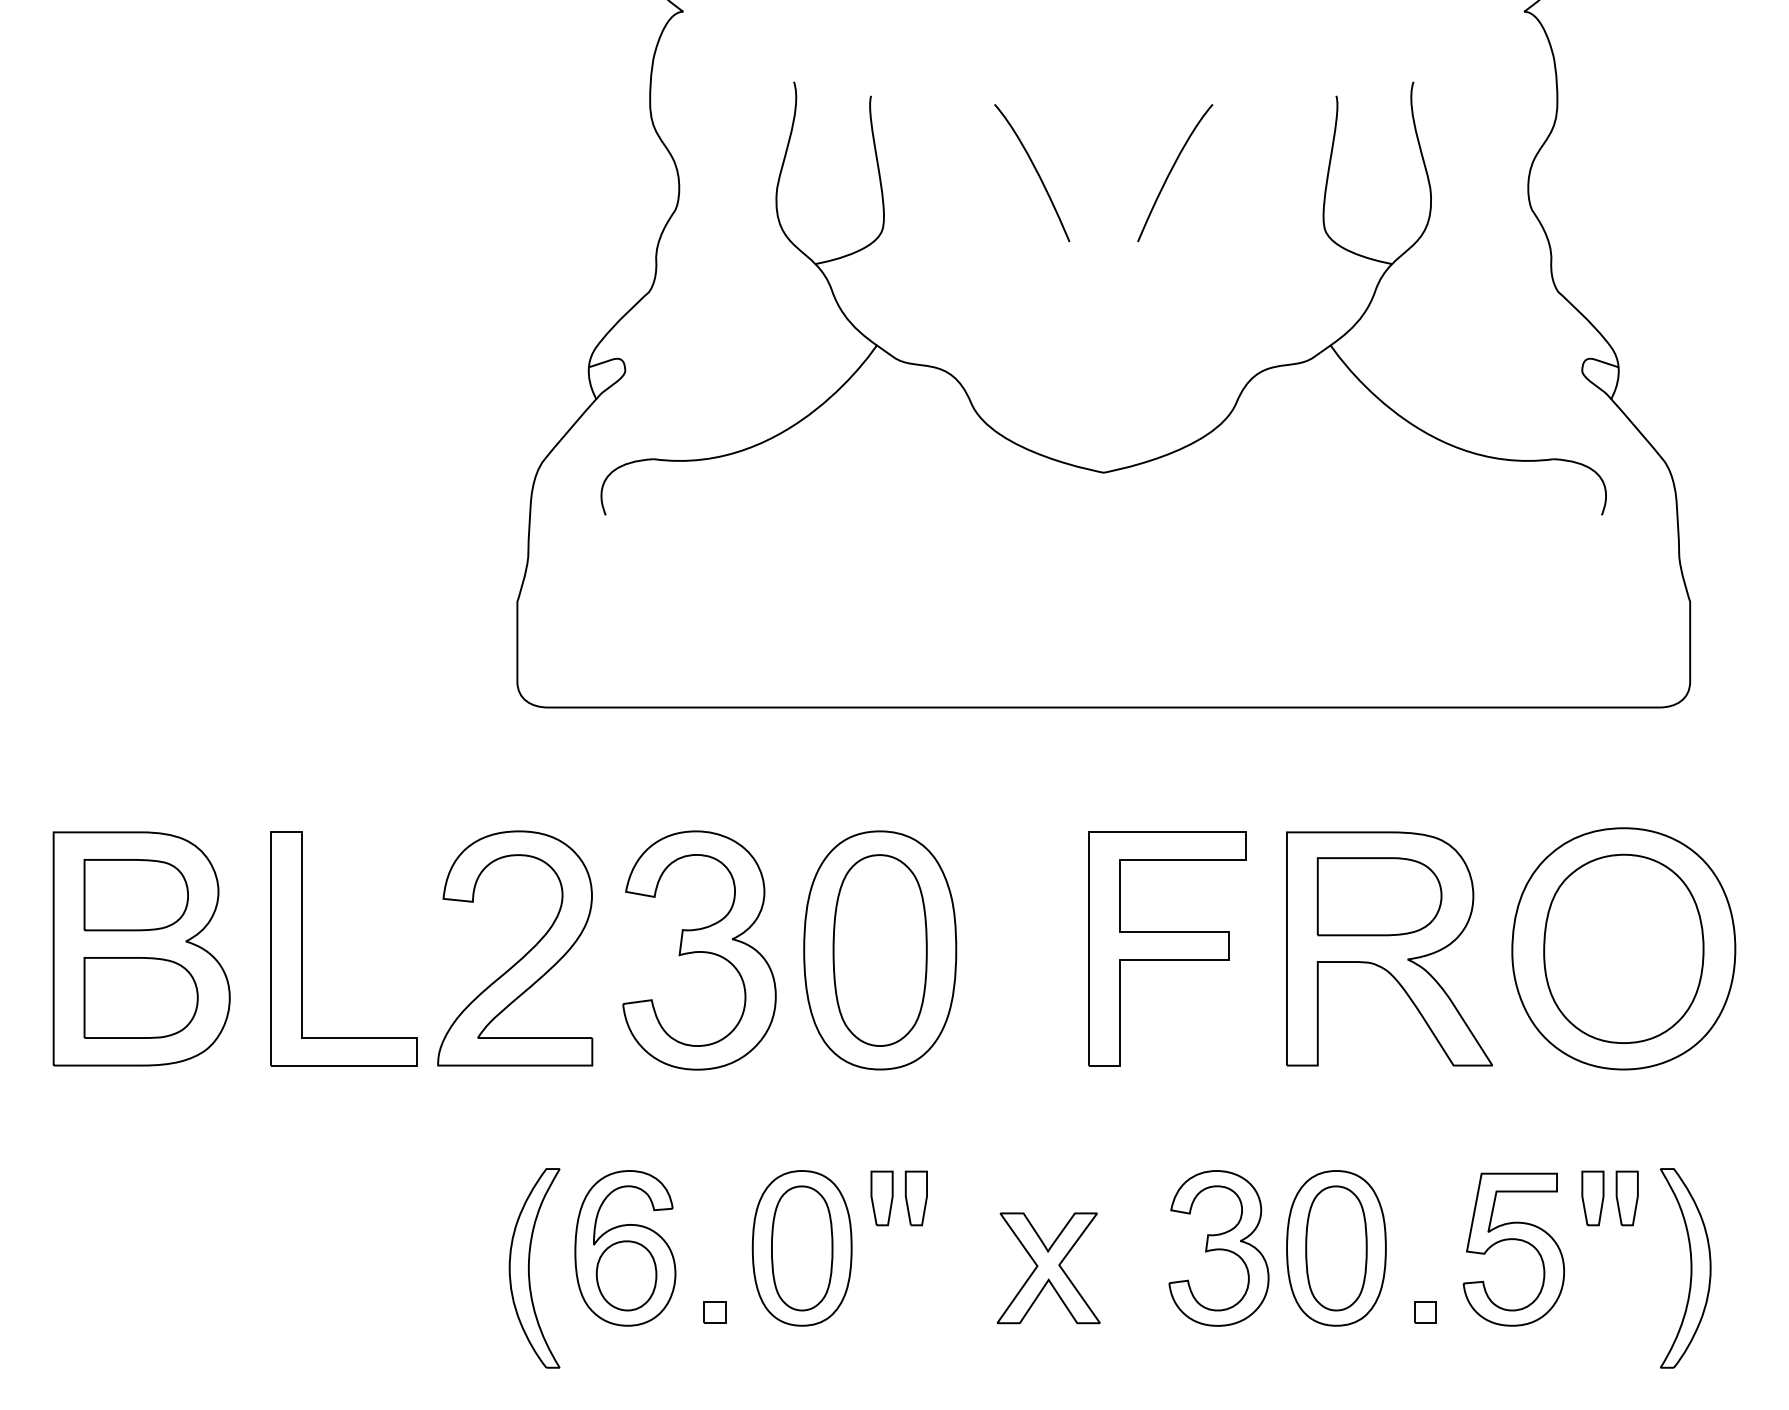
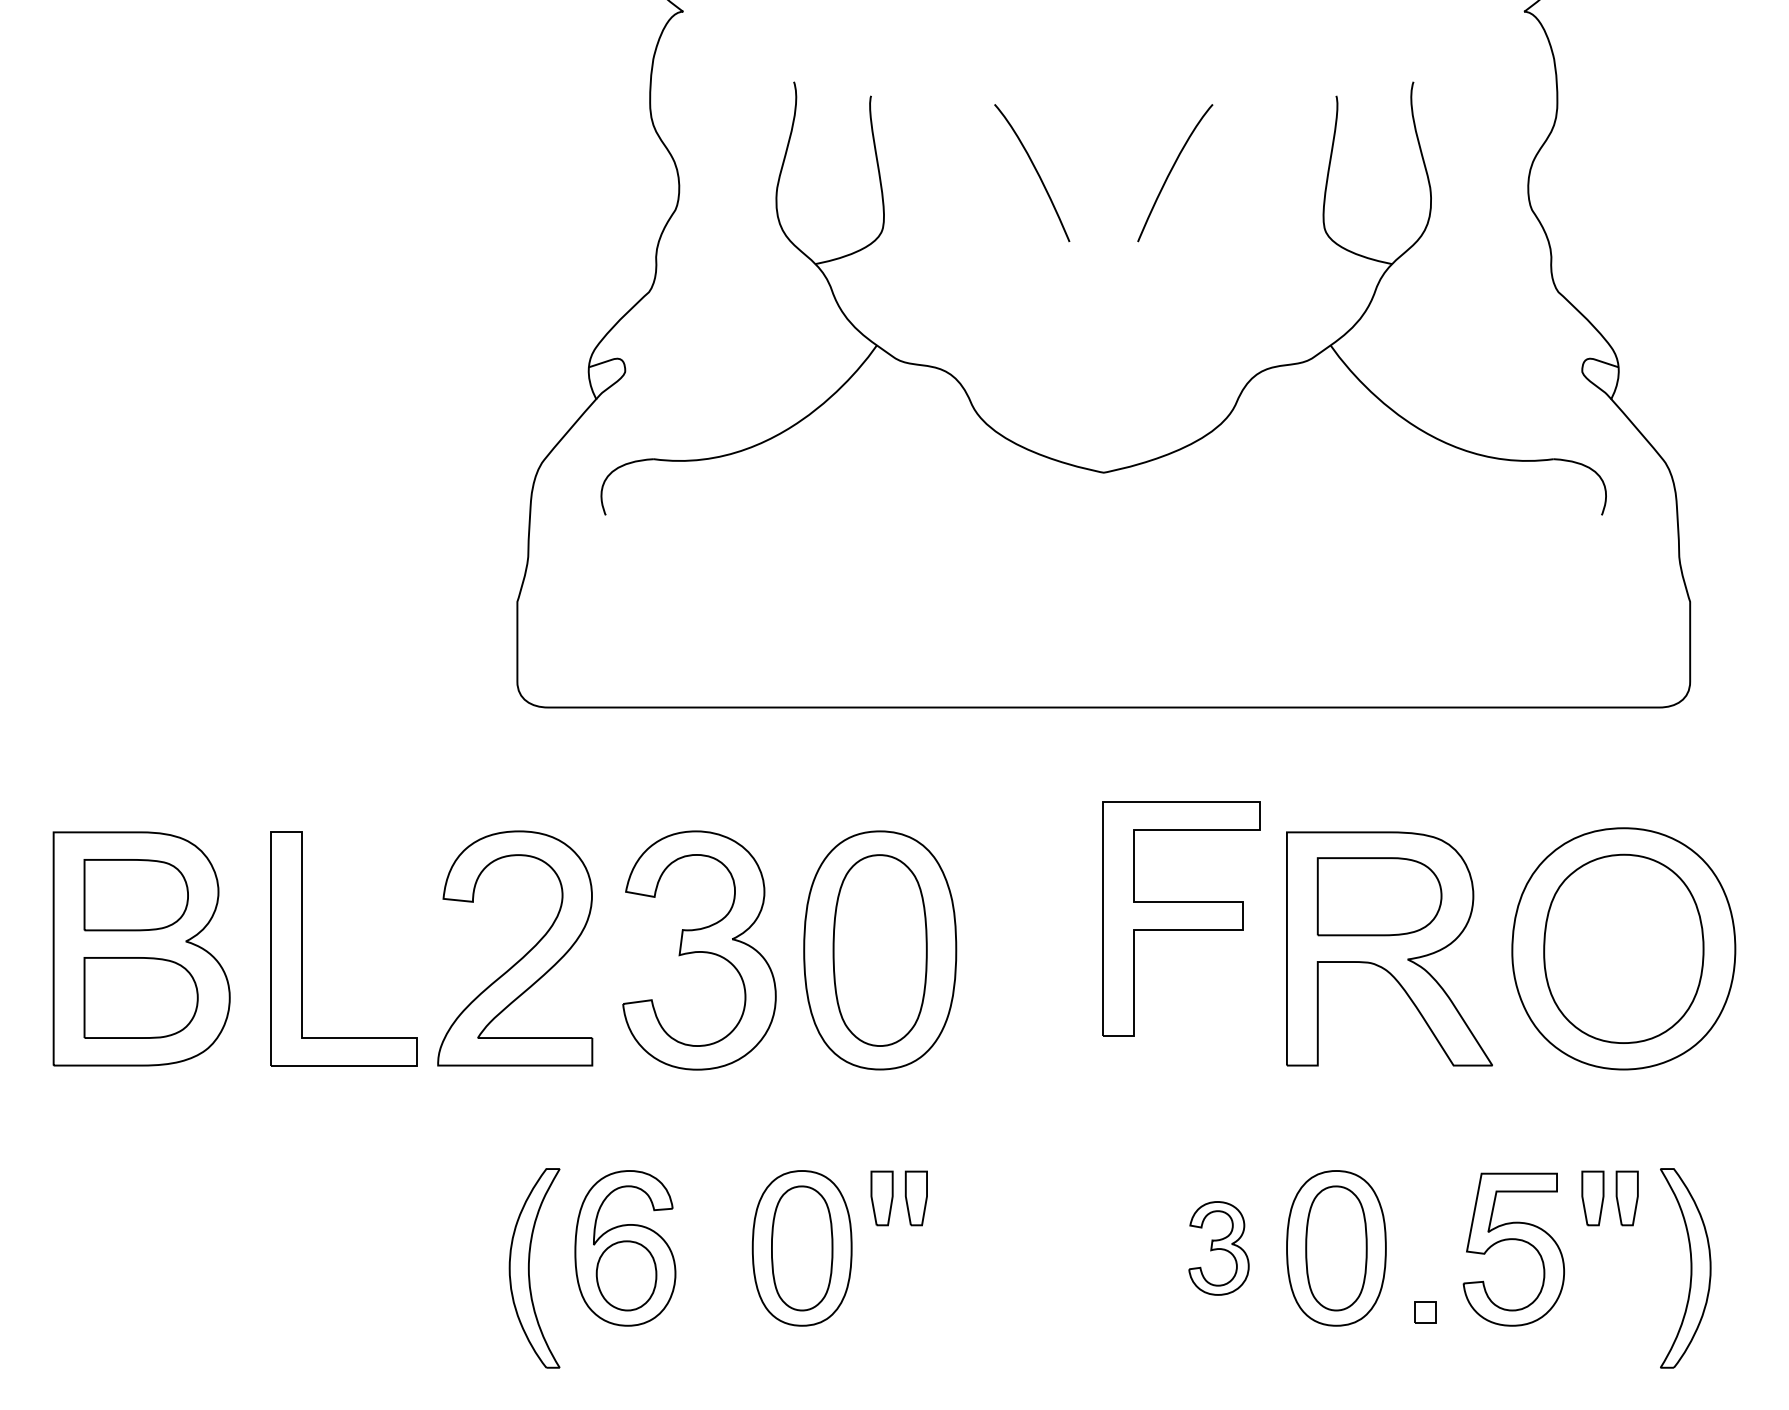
part at (1167, 948) position: (1167, 948) -> (1181, 918)
part at (1218, 1248) size: 102x157 px -> 62x95 px
part at (1048, 1268): present -> none
part at (714, 1312): present -> none
